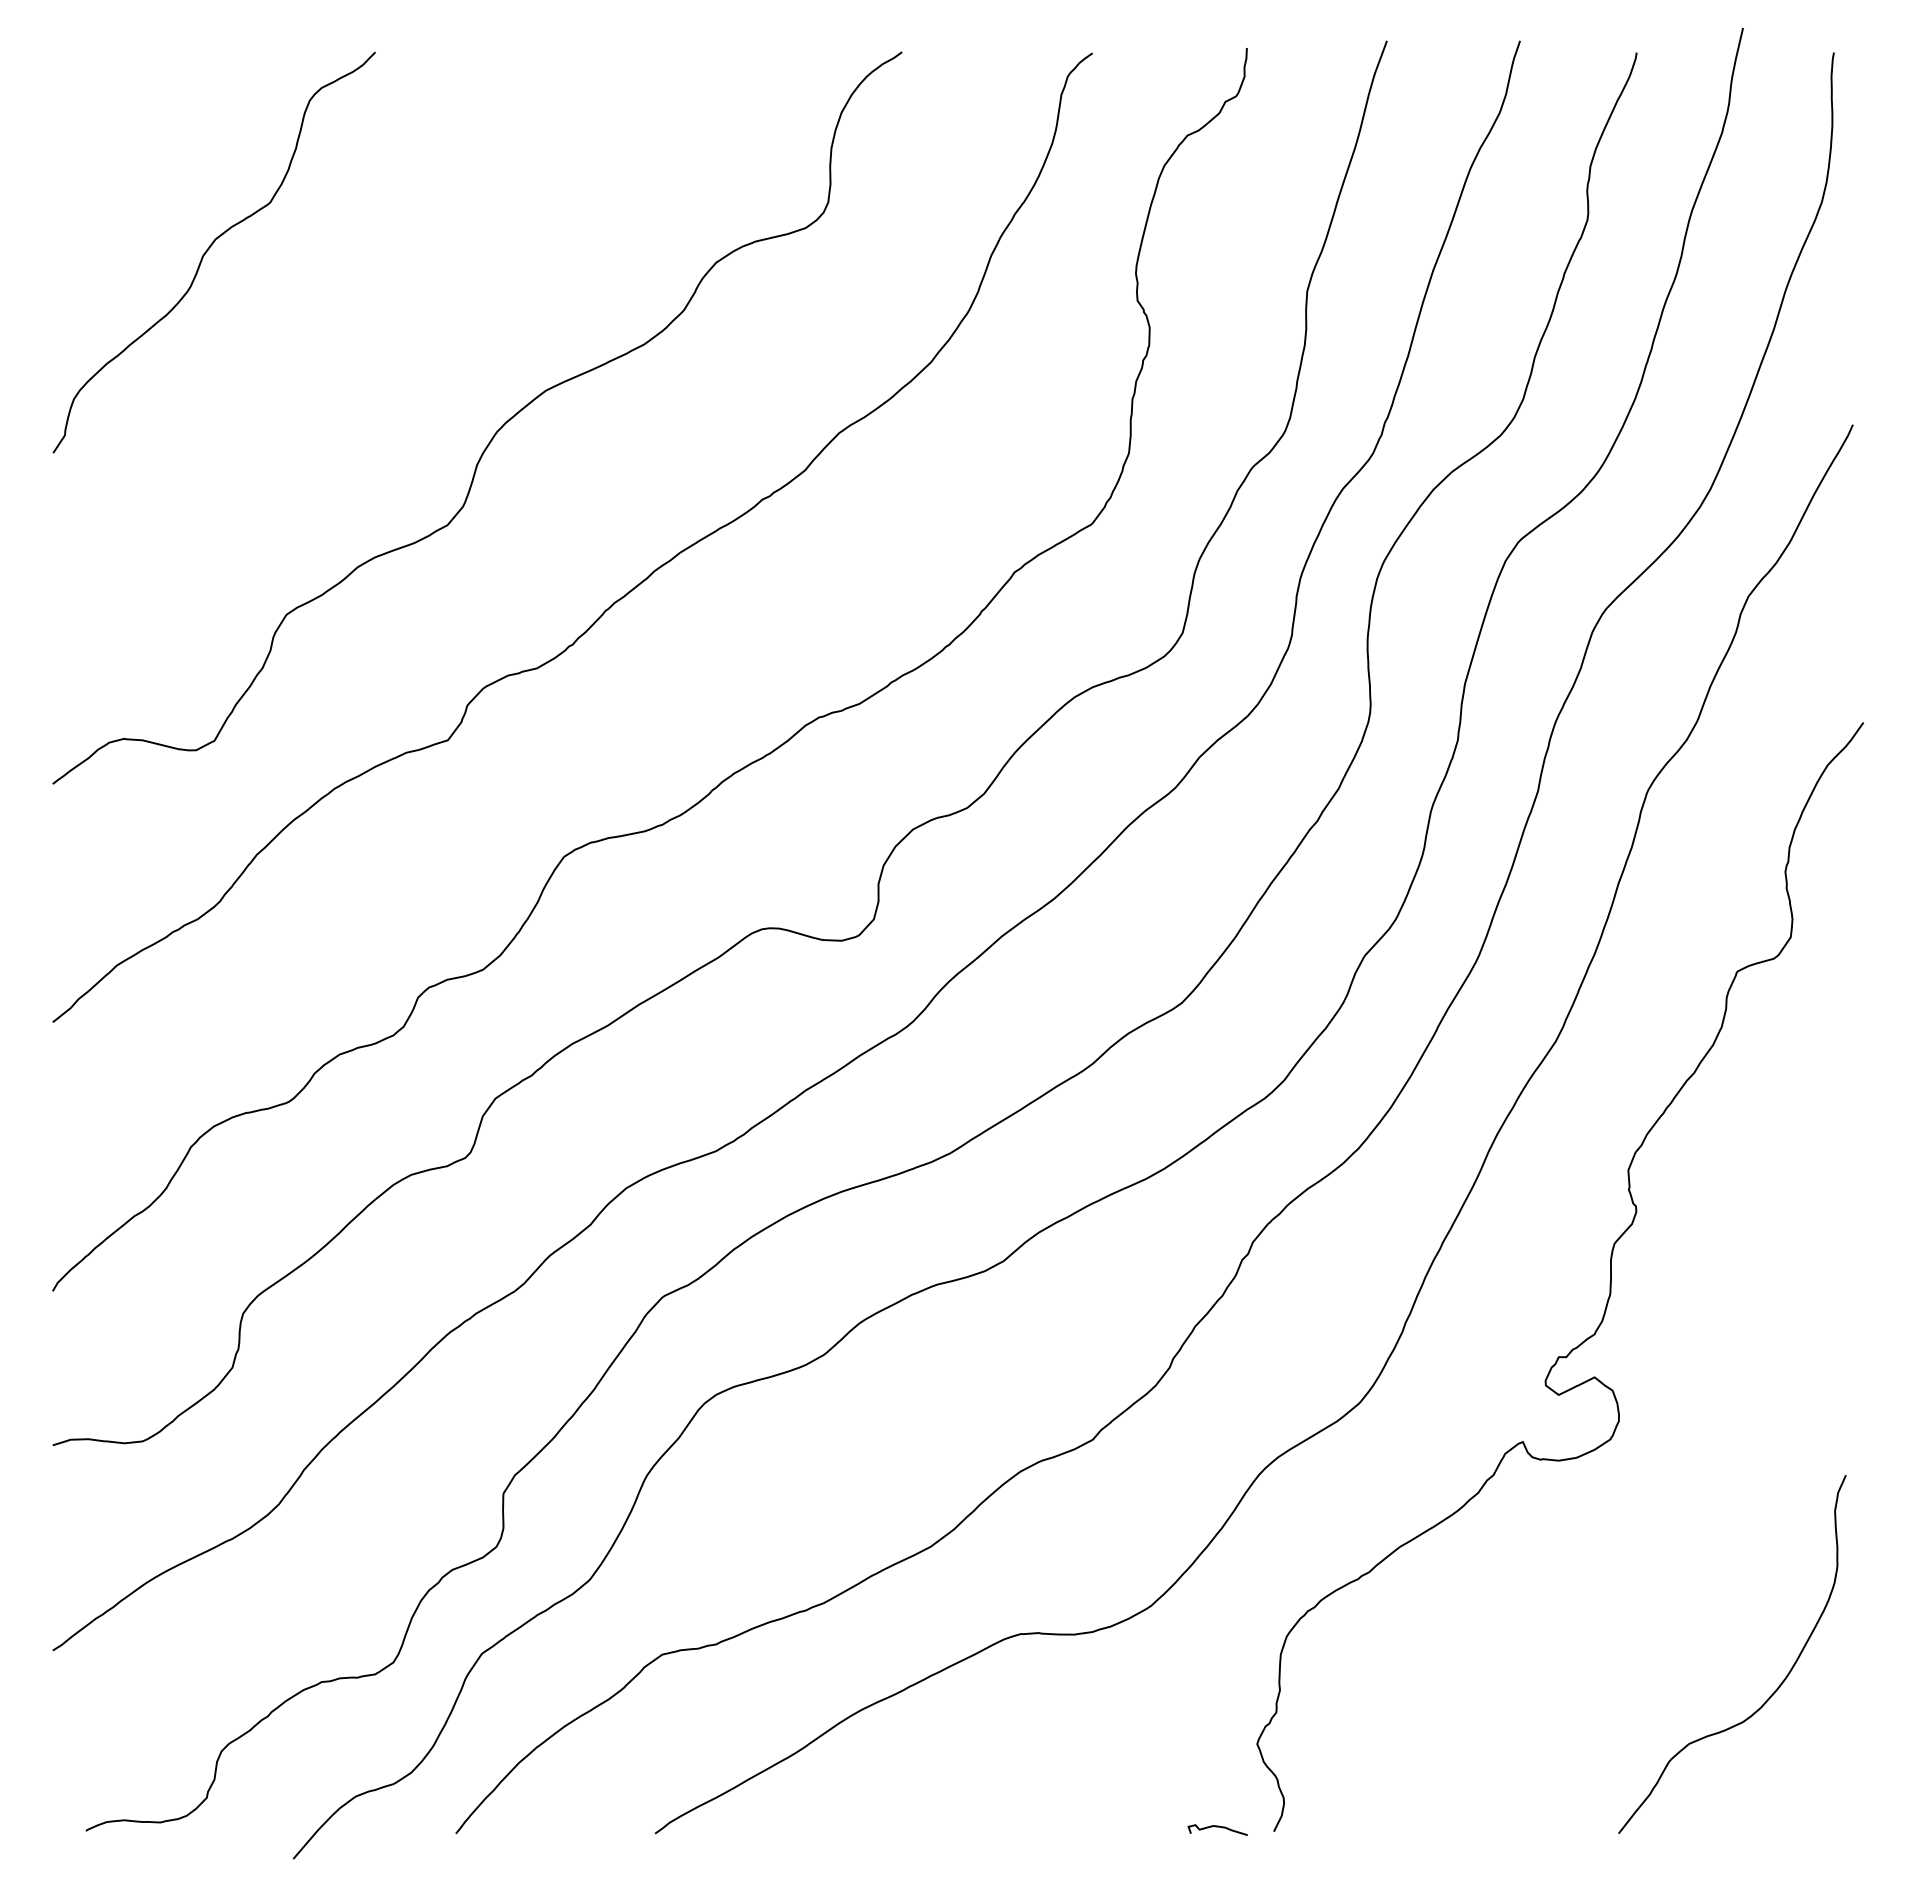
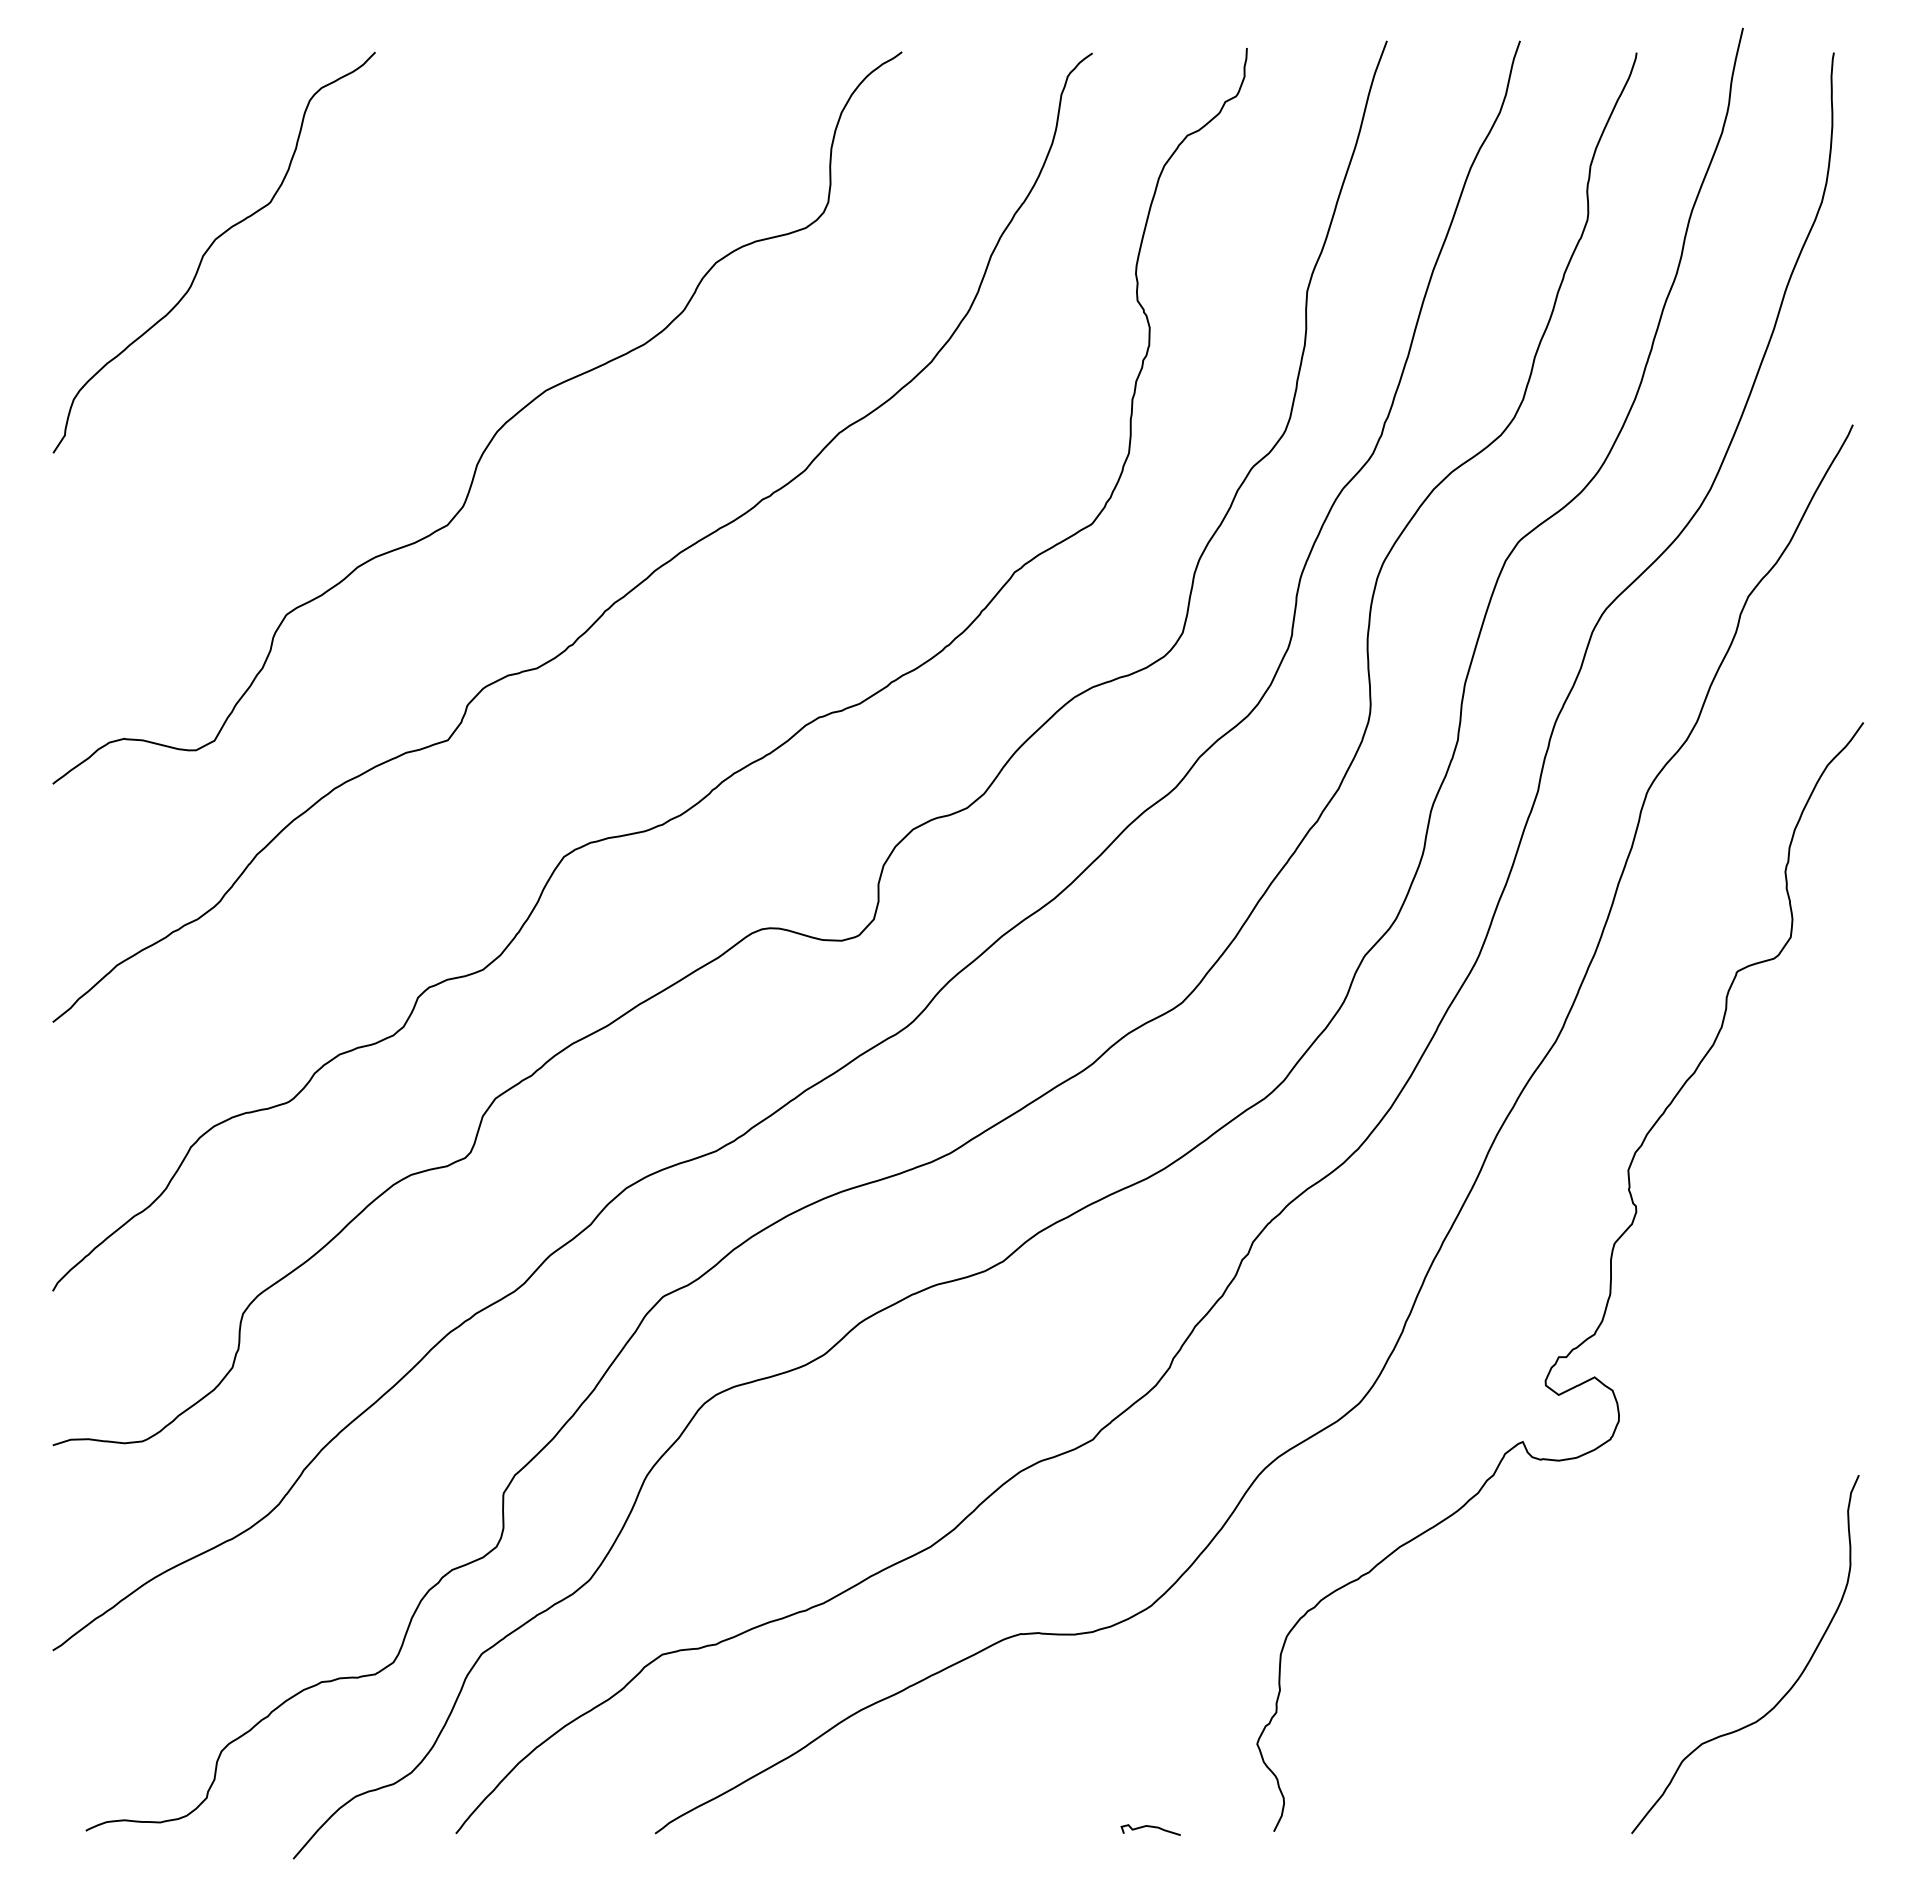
curve at (1776, 1688) position: (1776, 1688) -> (1789, 1688)
curve at (1217, 1827) position: (1217, 1827) -> (1150, 1827)
